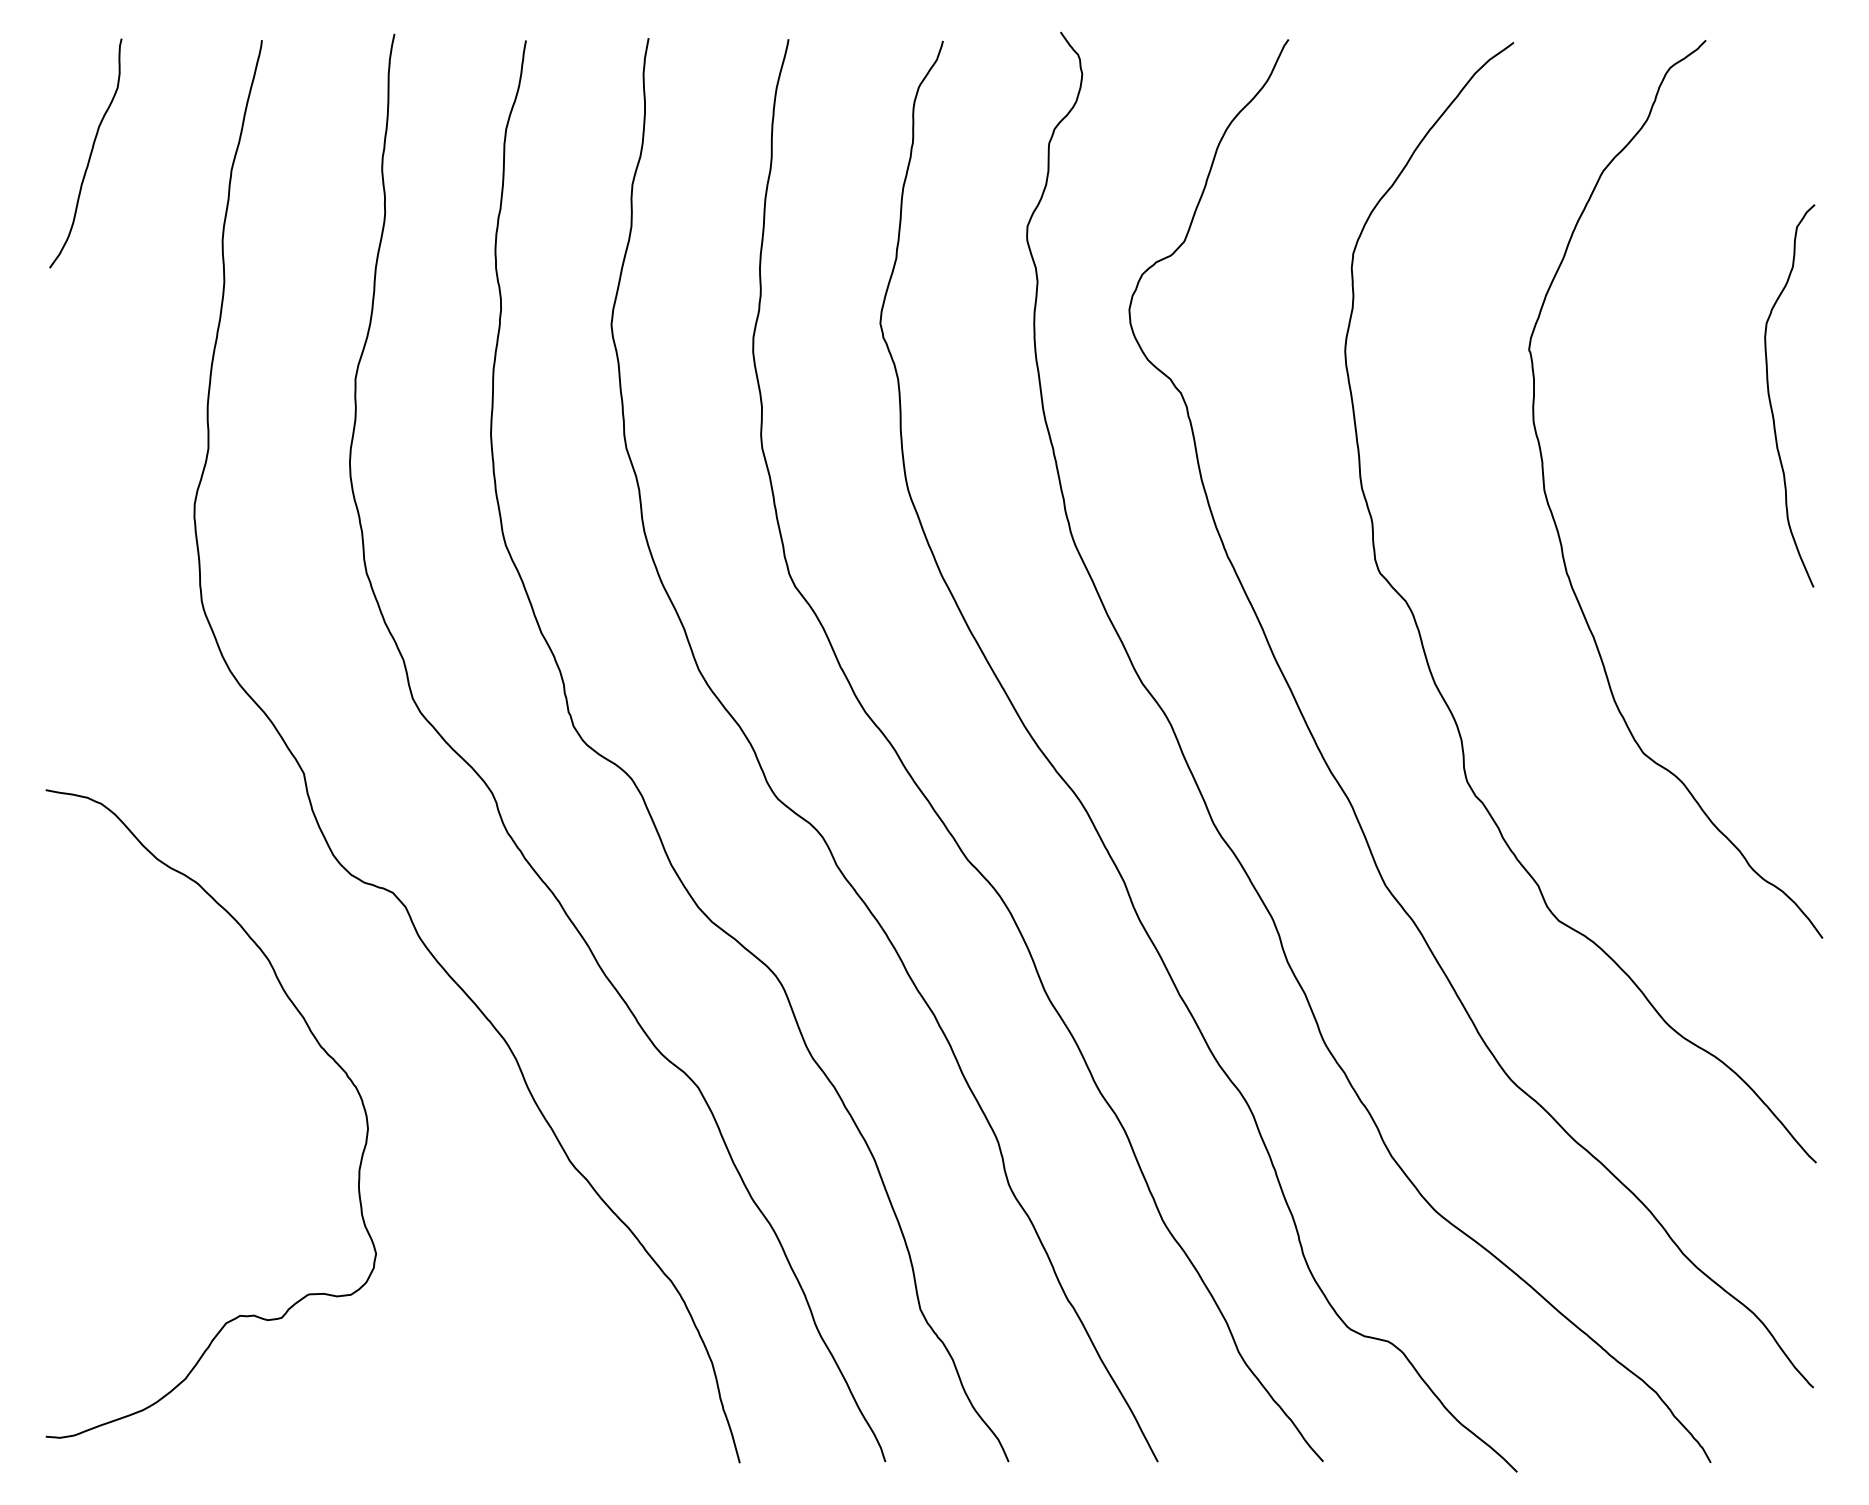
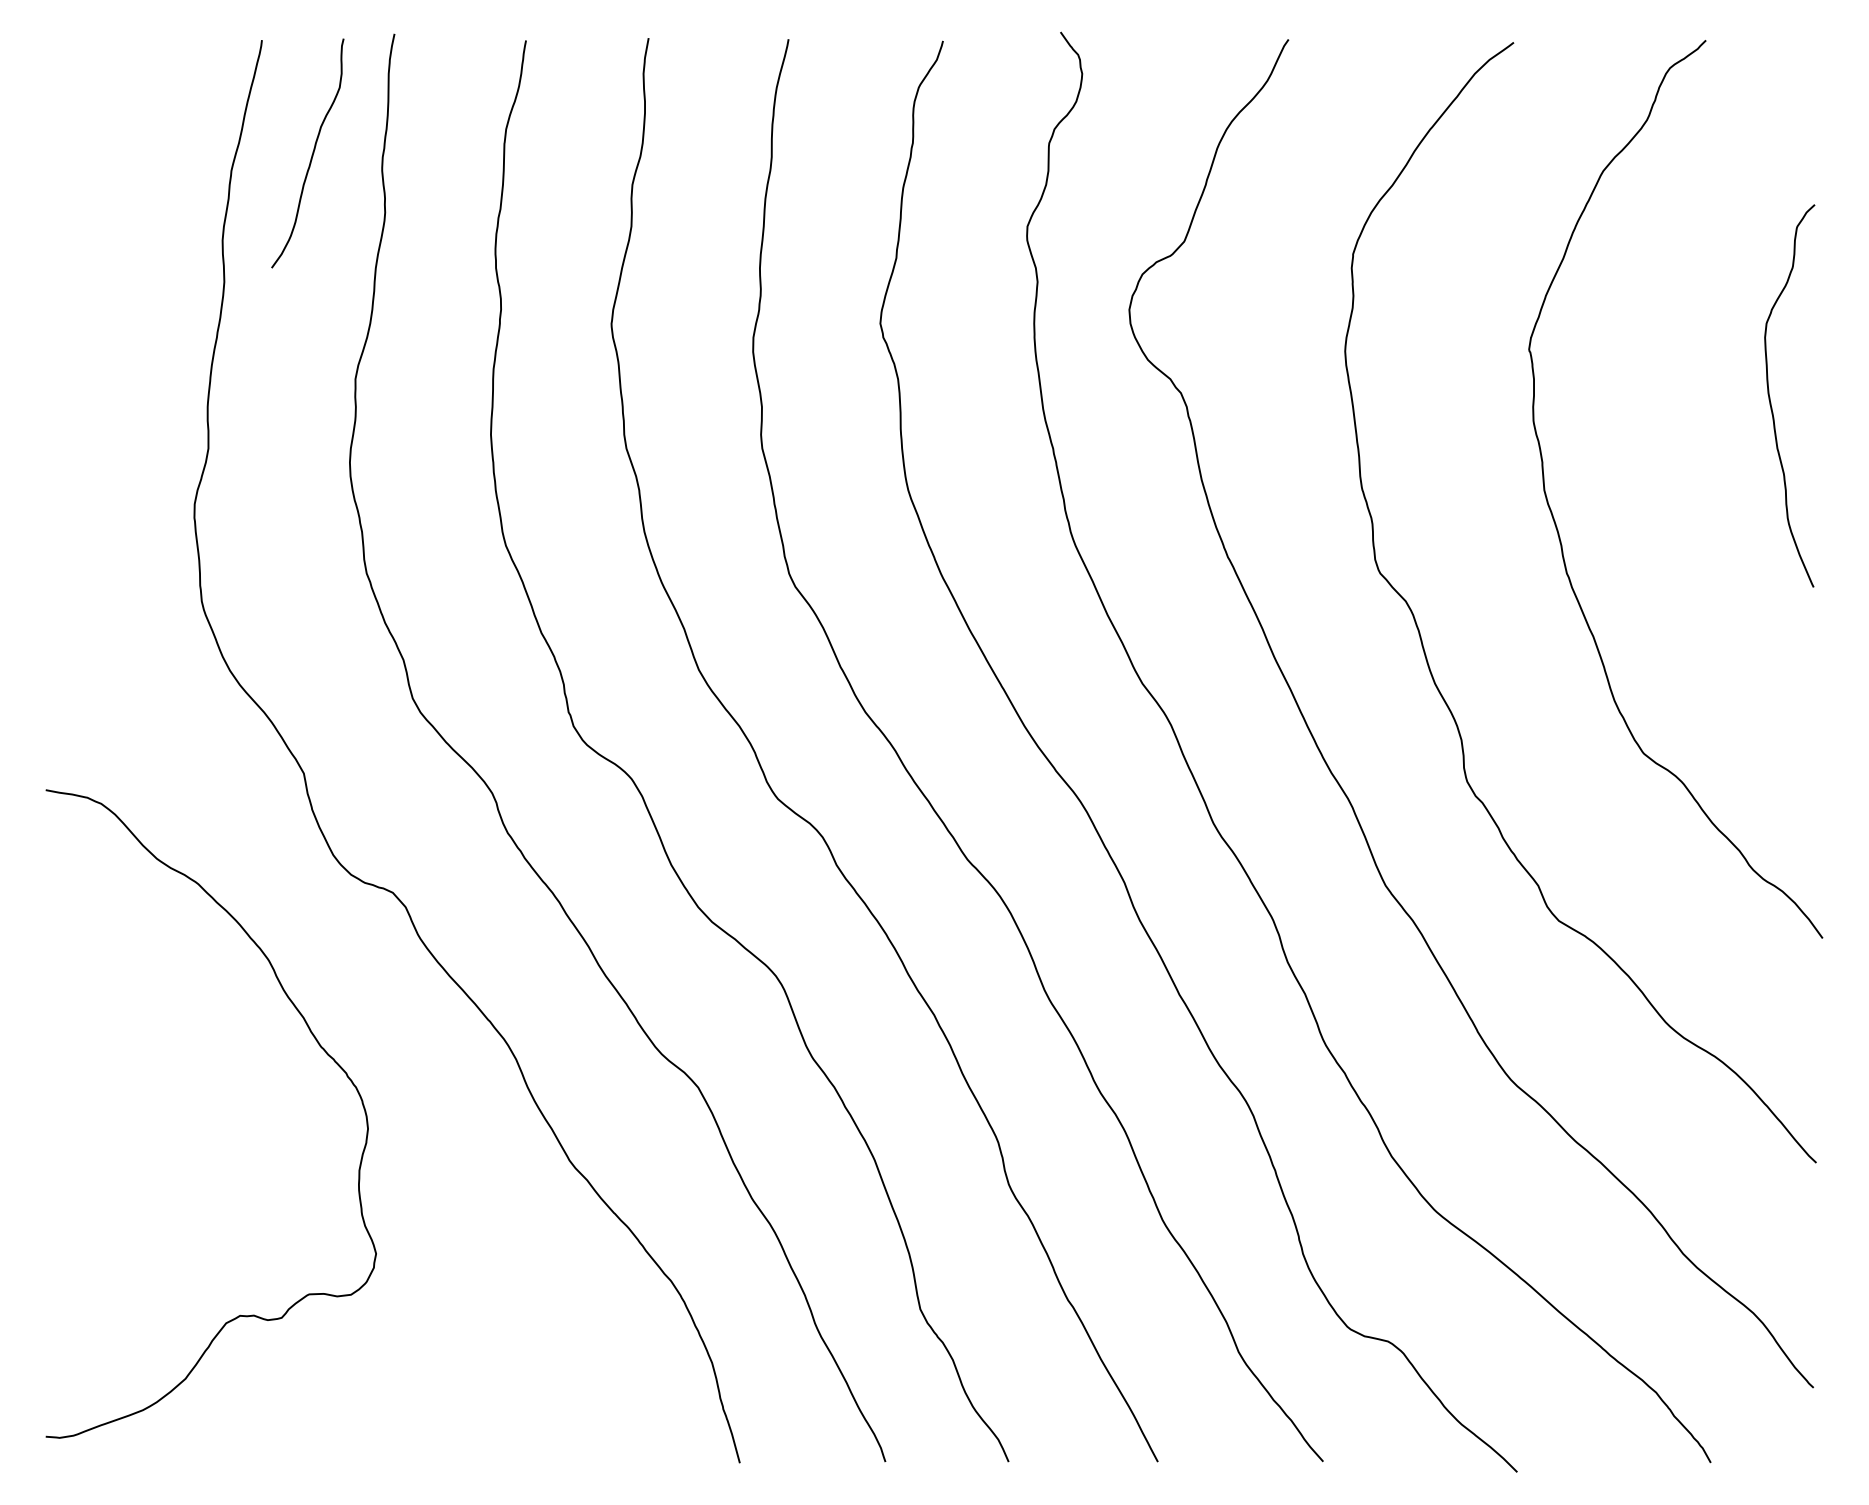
curve at (89, 154) position: (89, 154) -> (311, 154)
